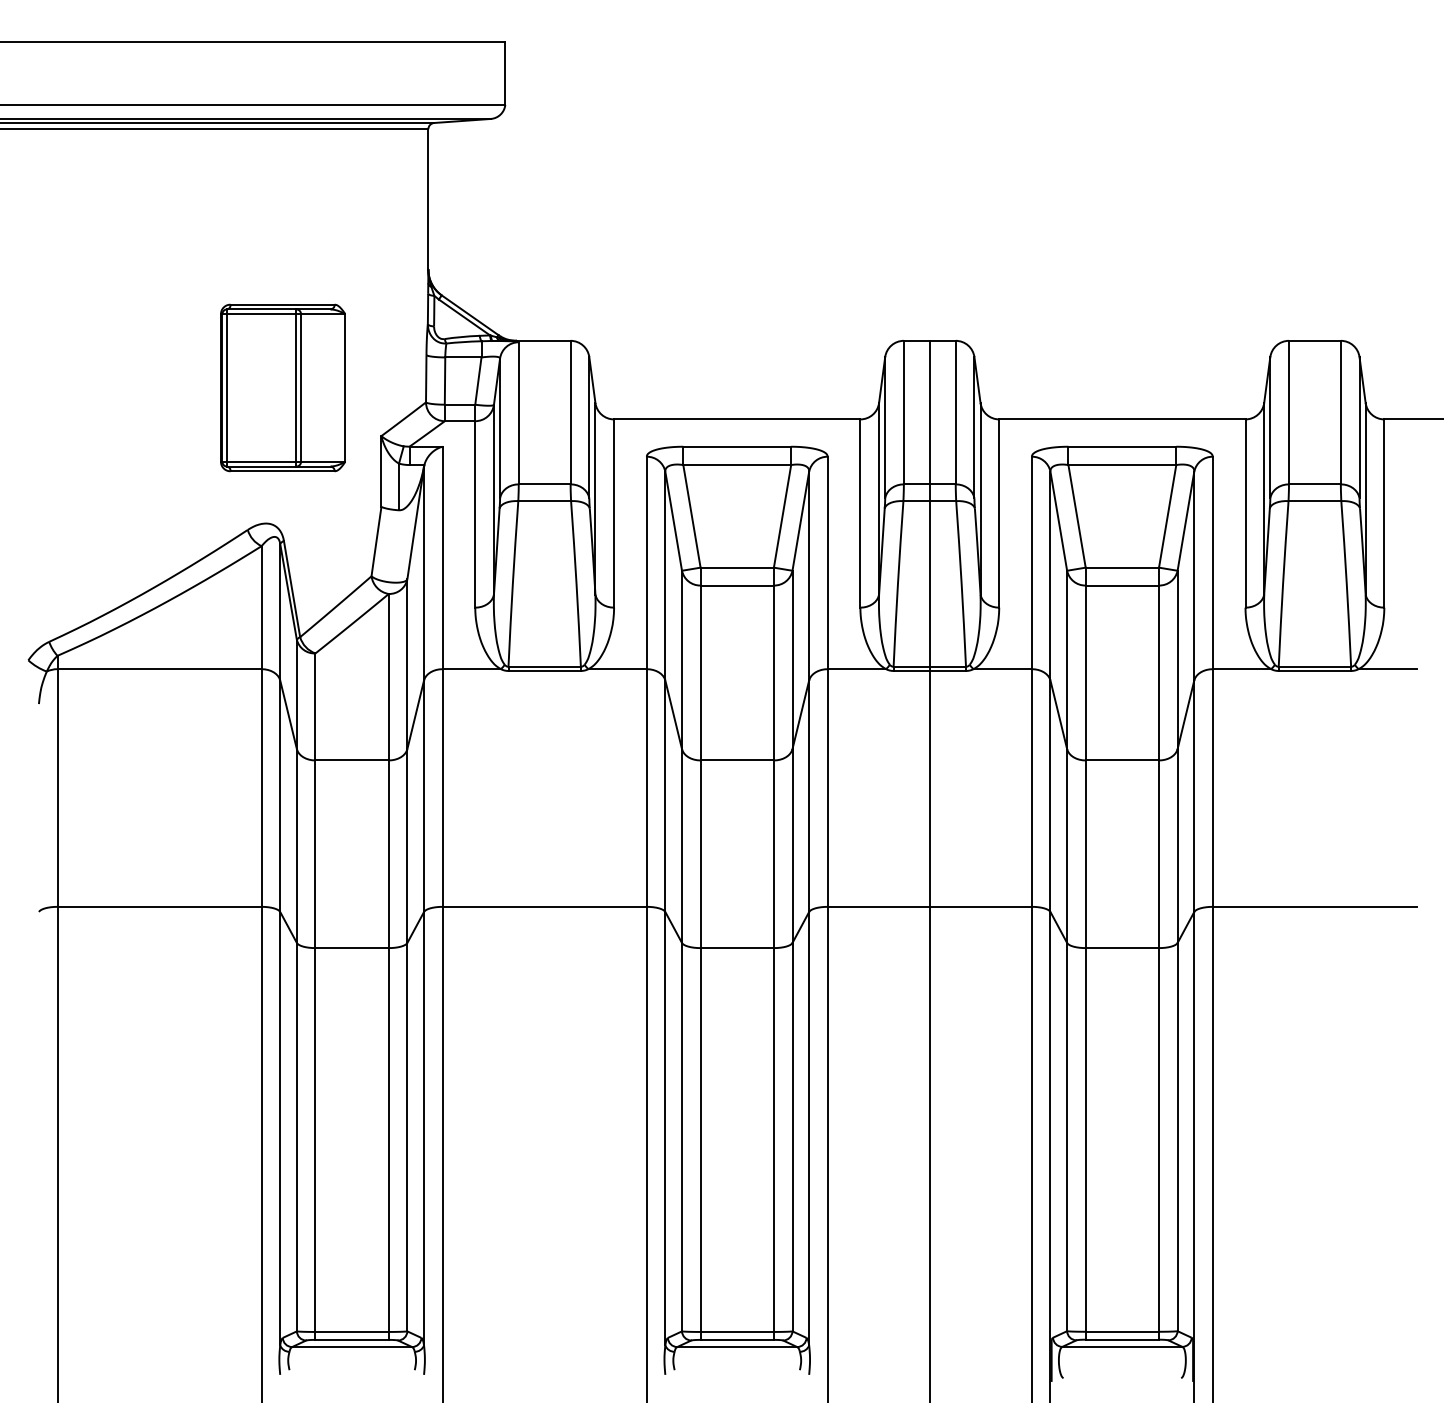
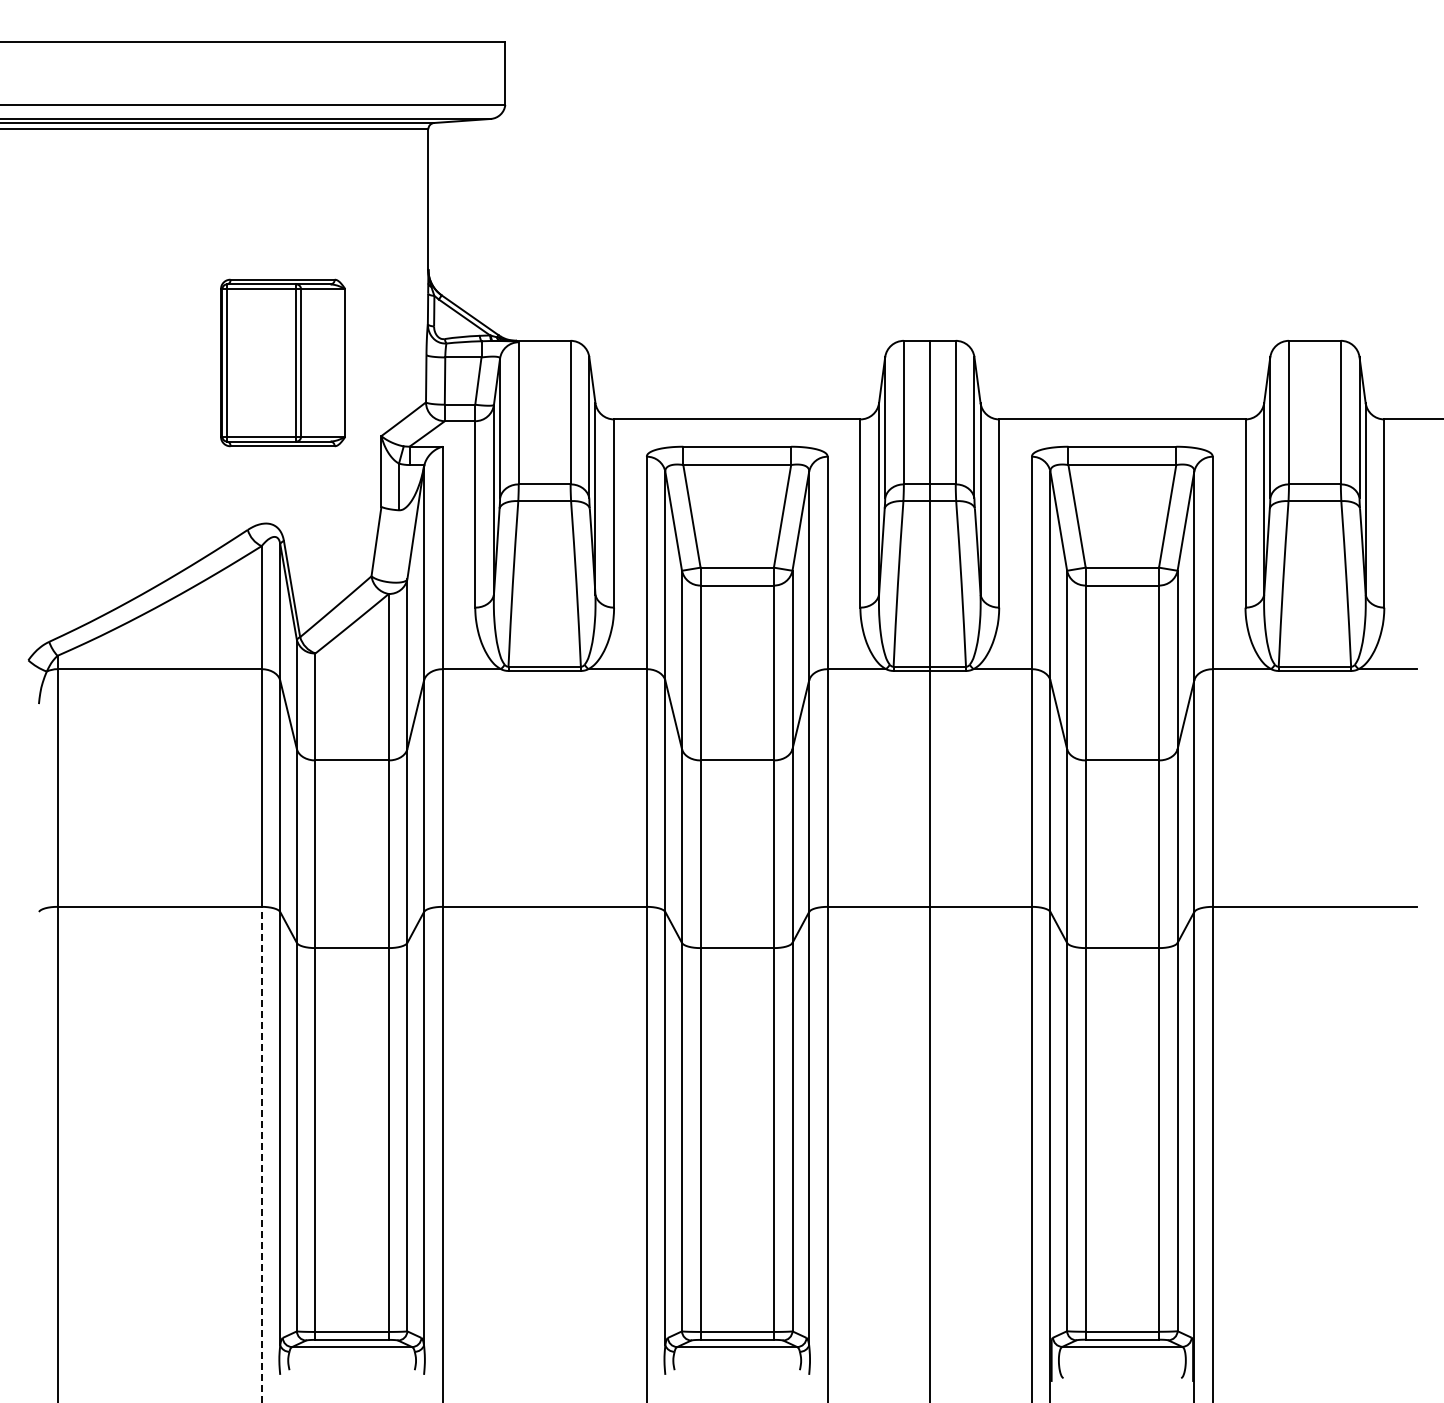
part at (282, 387) position: (282, 387) -> (282, 362)
line at (261, 1154): solid -> dashed
